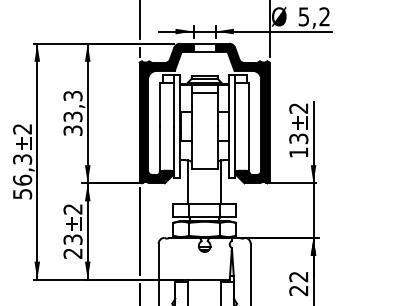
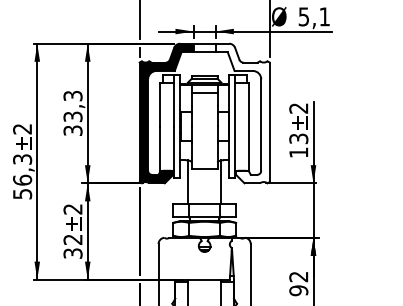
text at (324, 16): 5,2 -> 5,1
fill at (242, 113): present -> none
text at (72, 246): 23 -> 32
text at (298, 290): 22 -> 92
